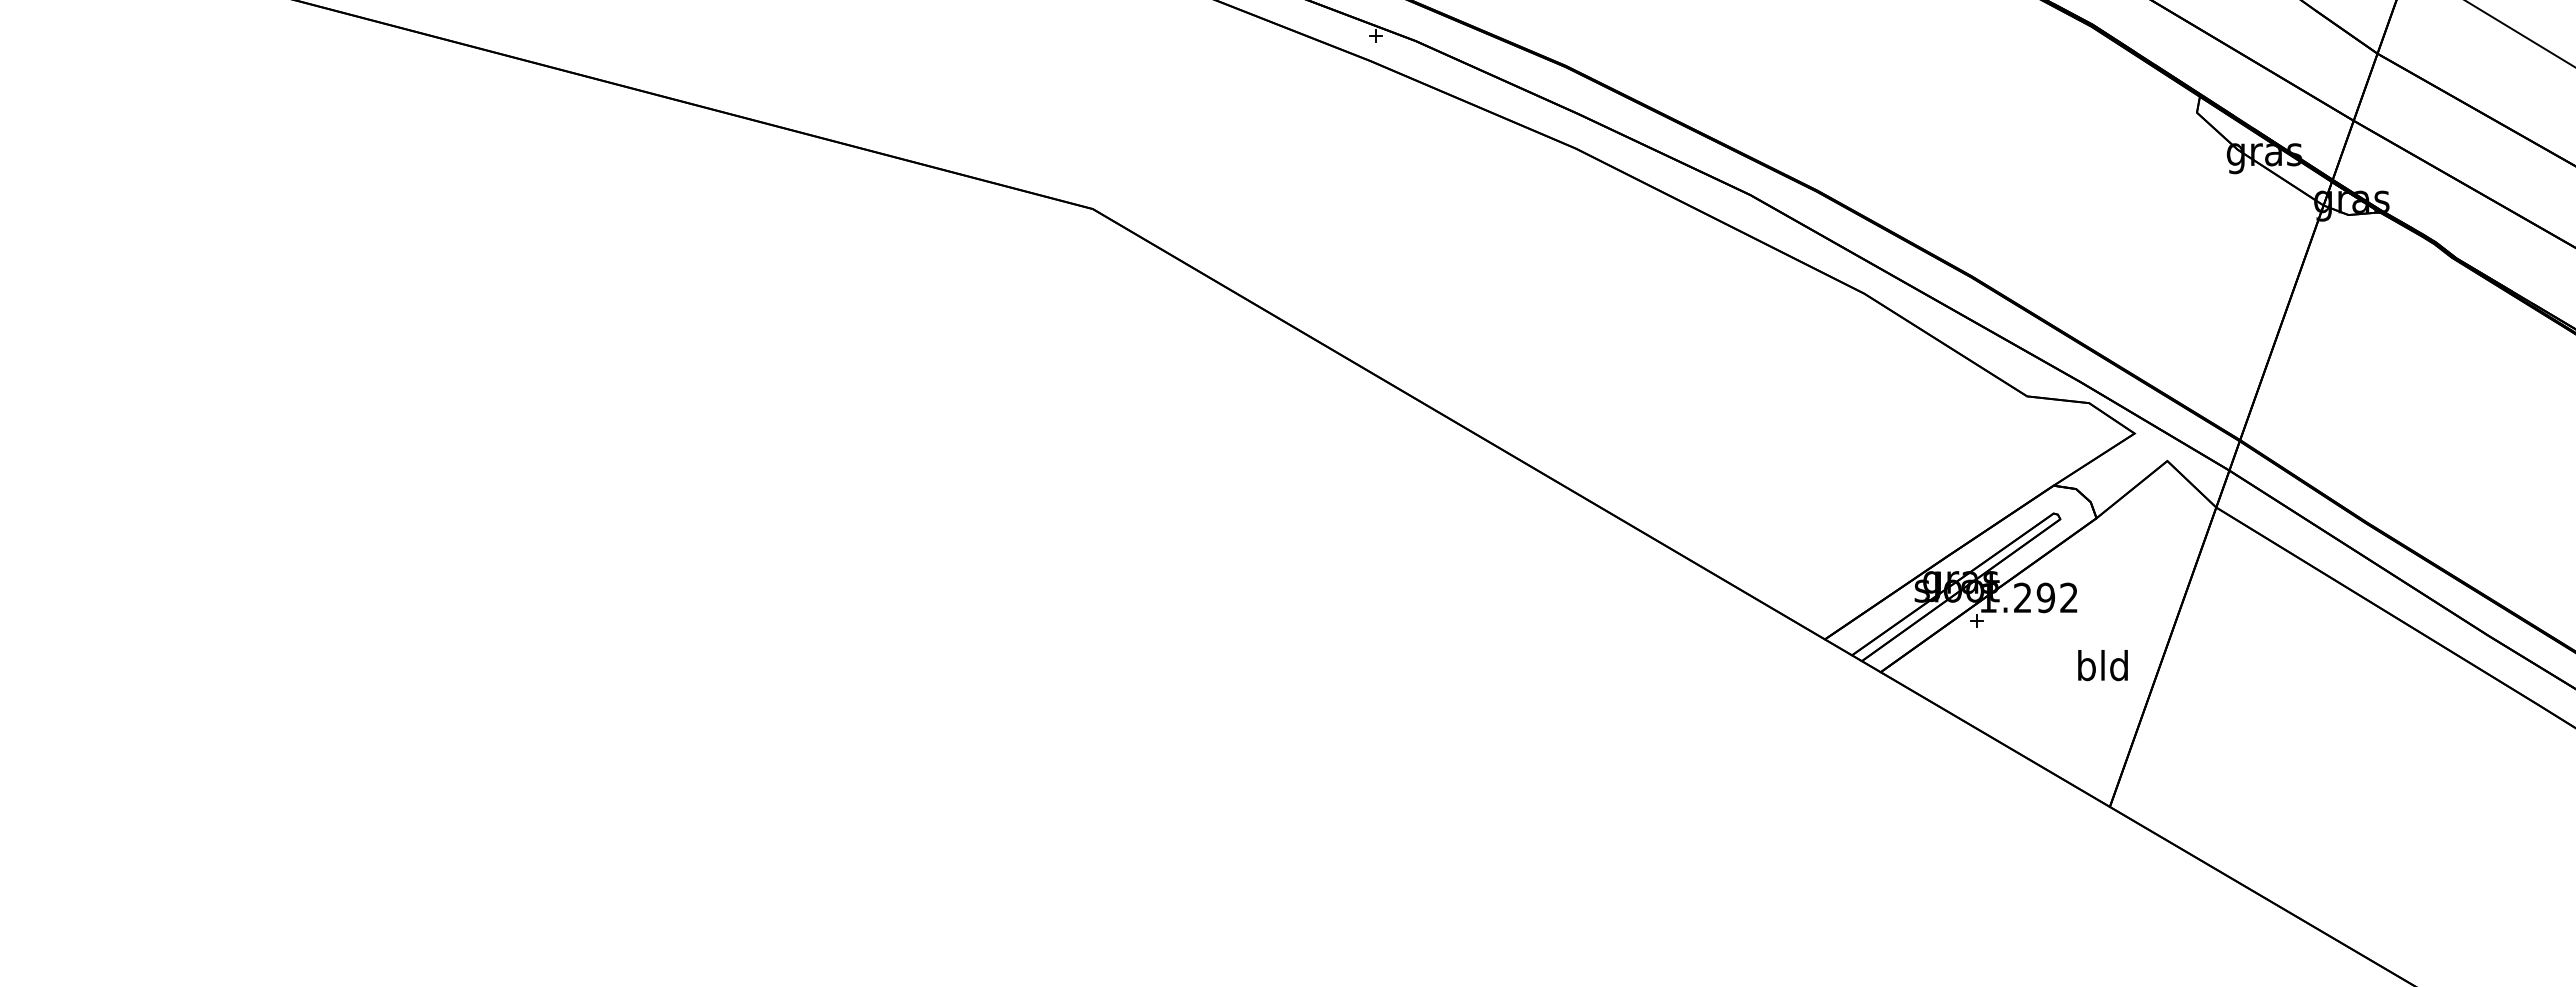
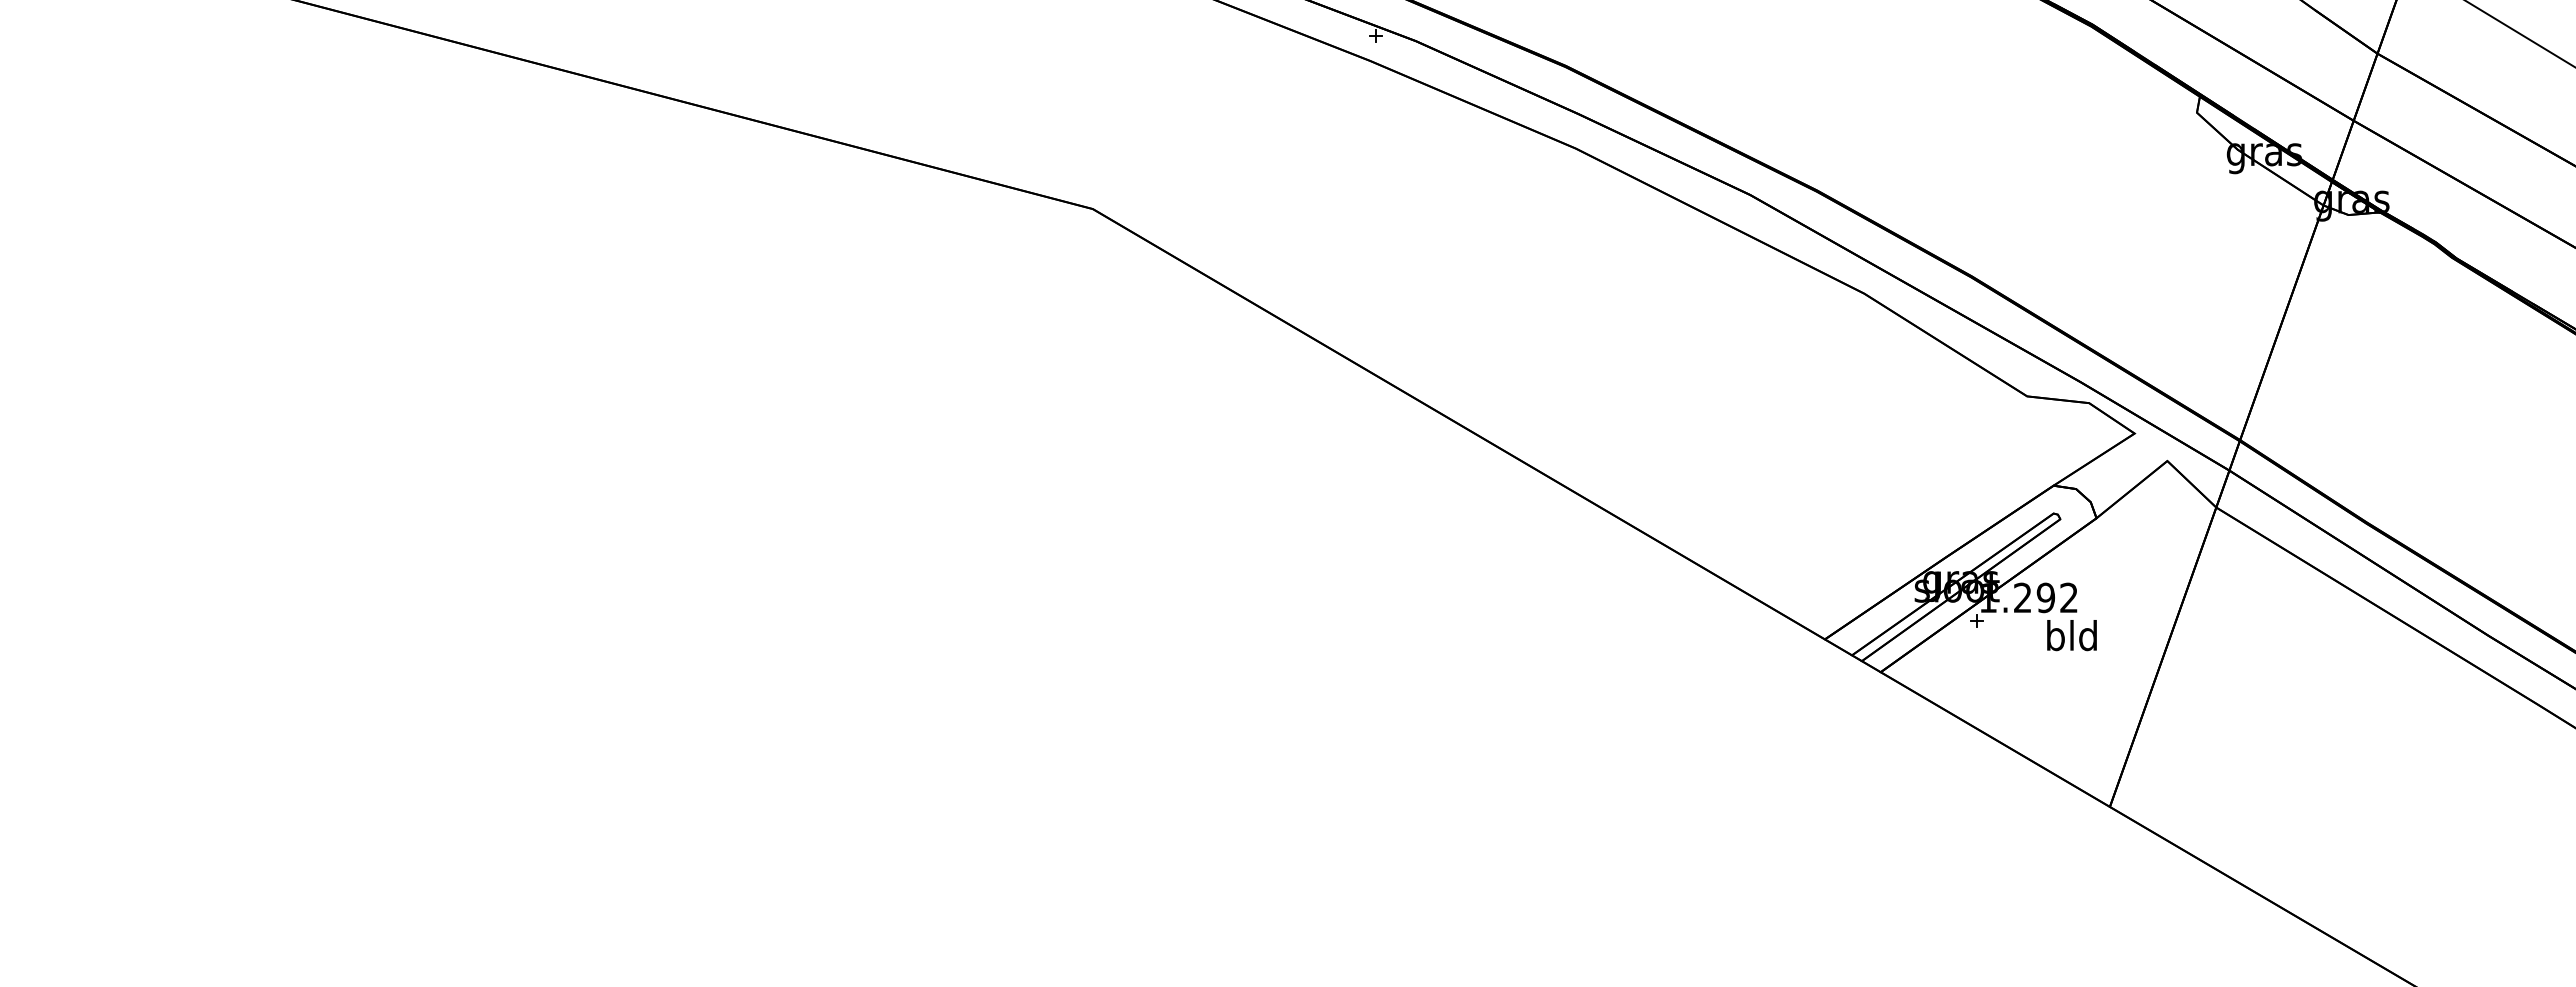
text at (2102, 665) position: (2102, 665) -> (2071, 635)
